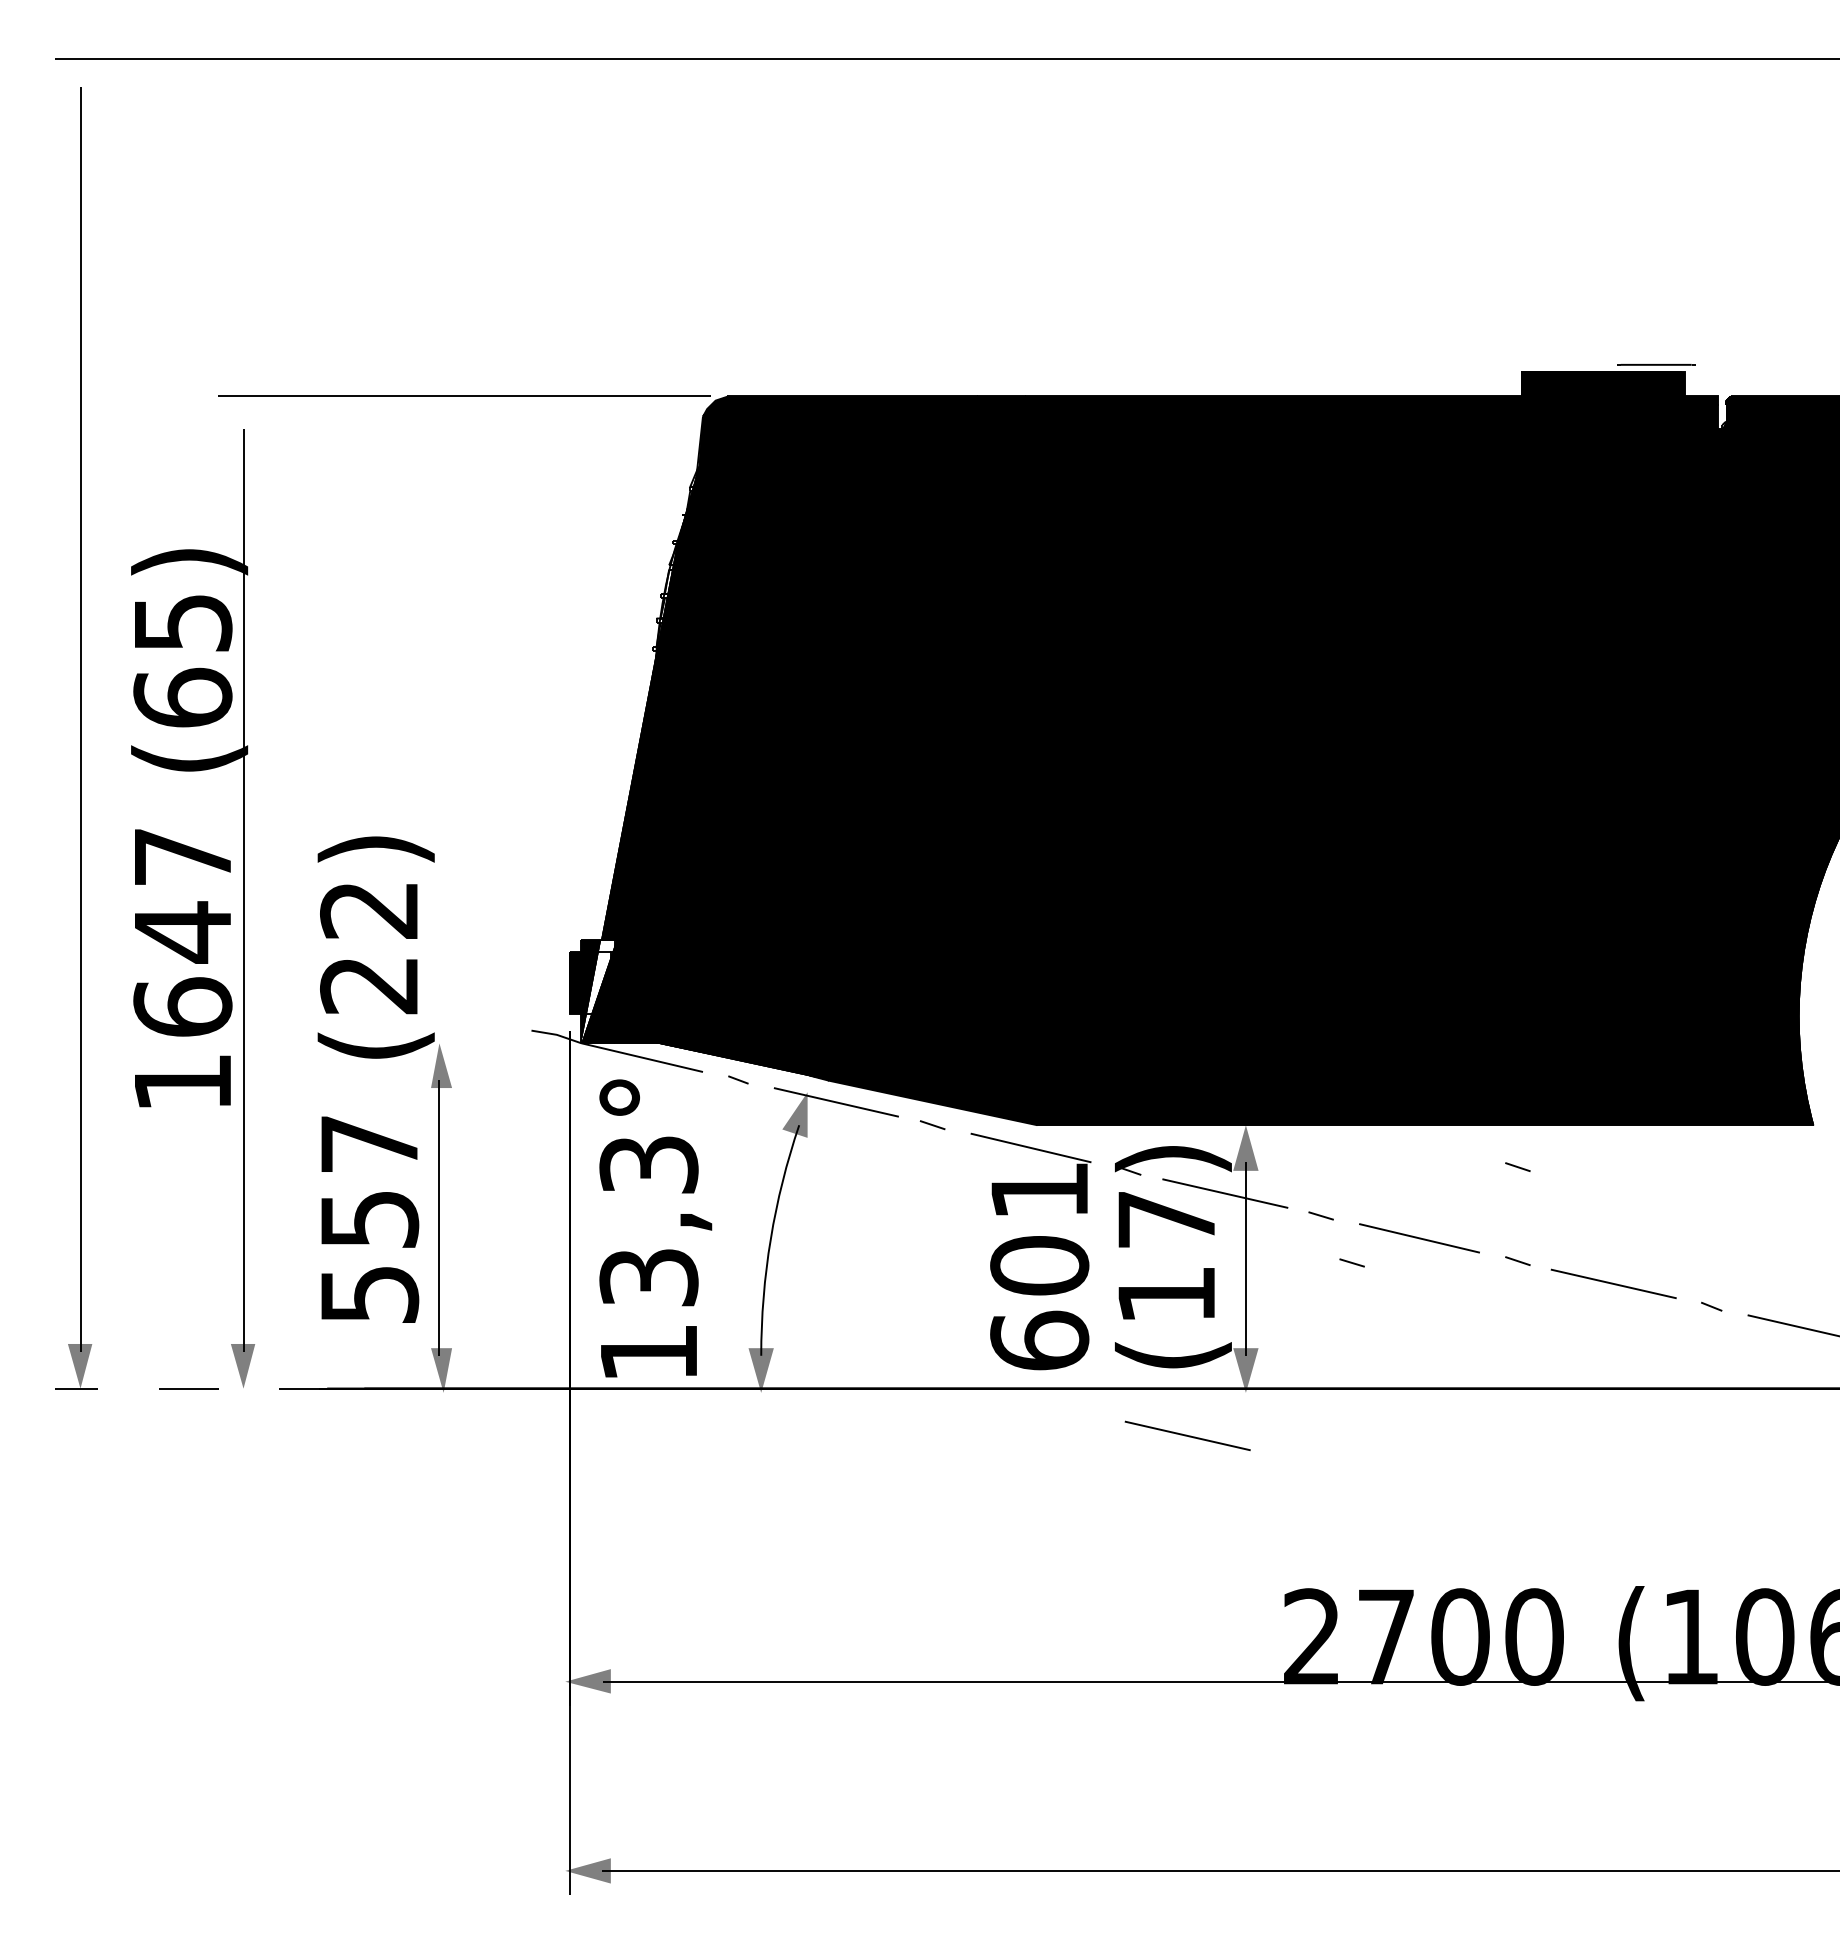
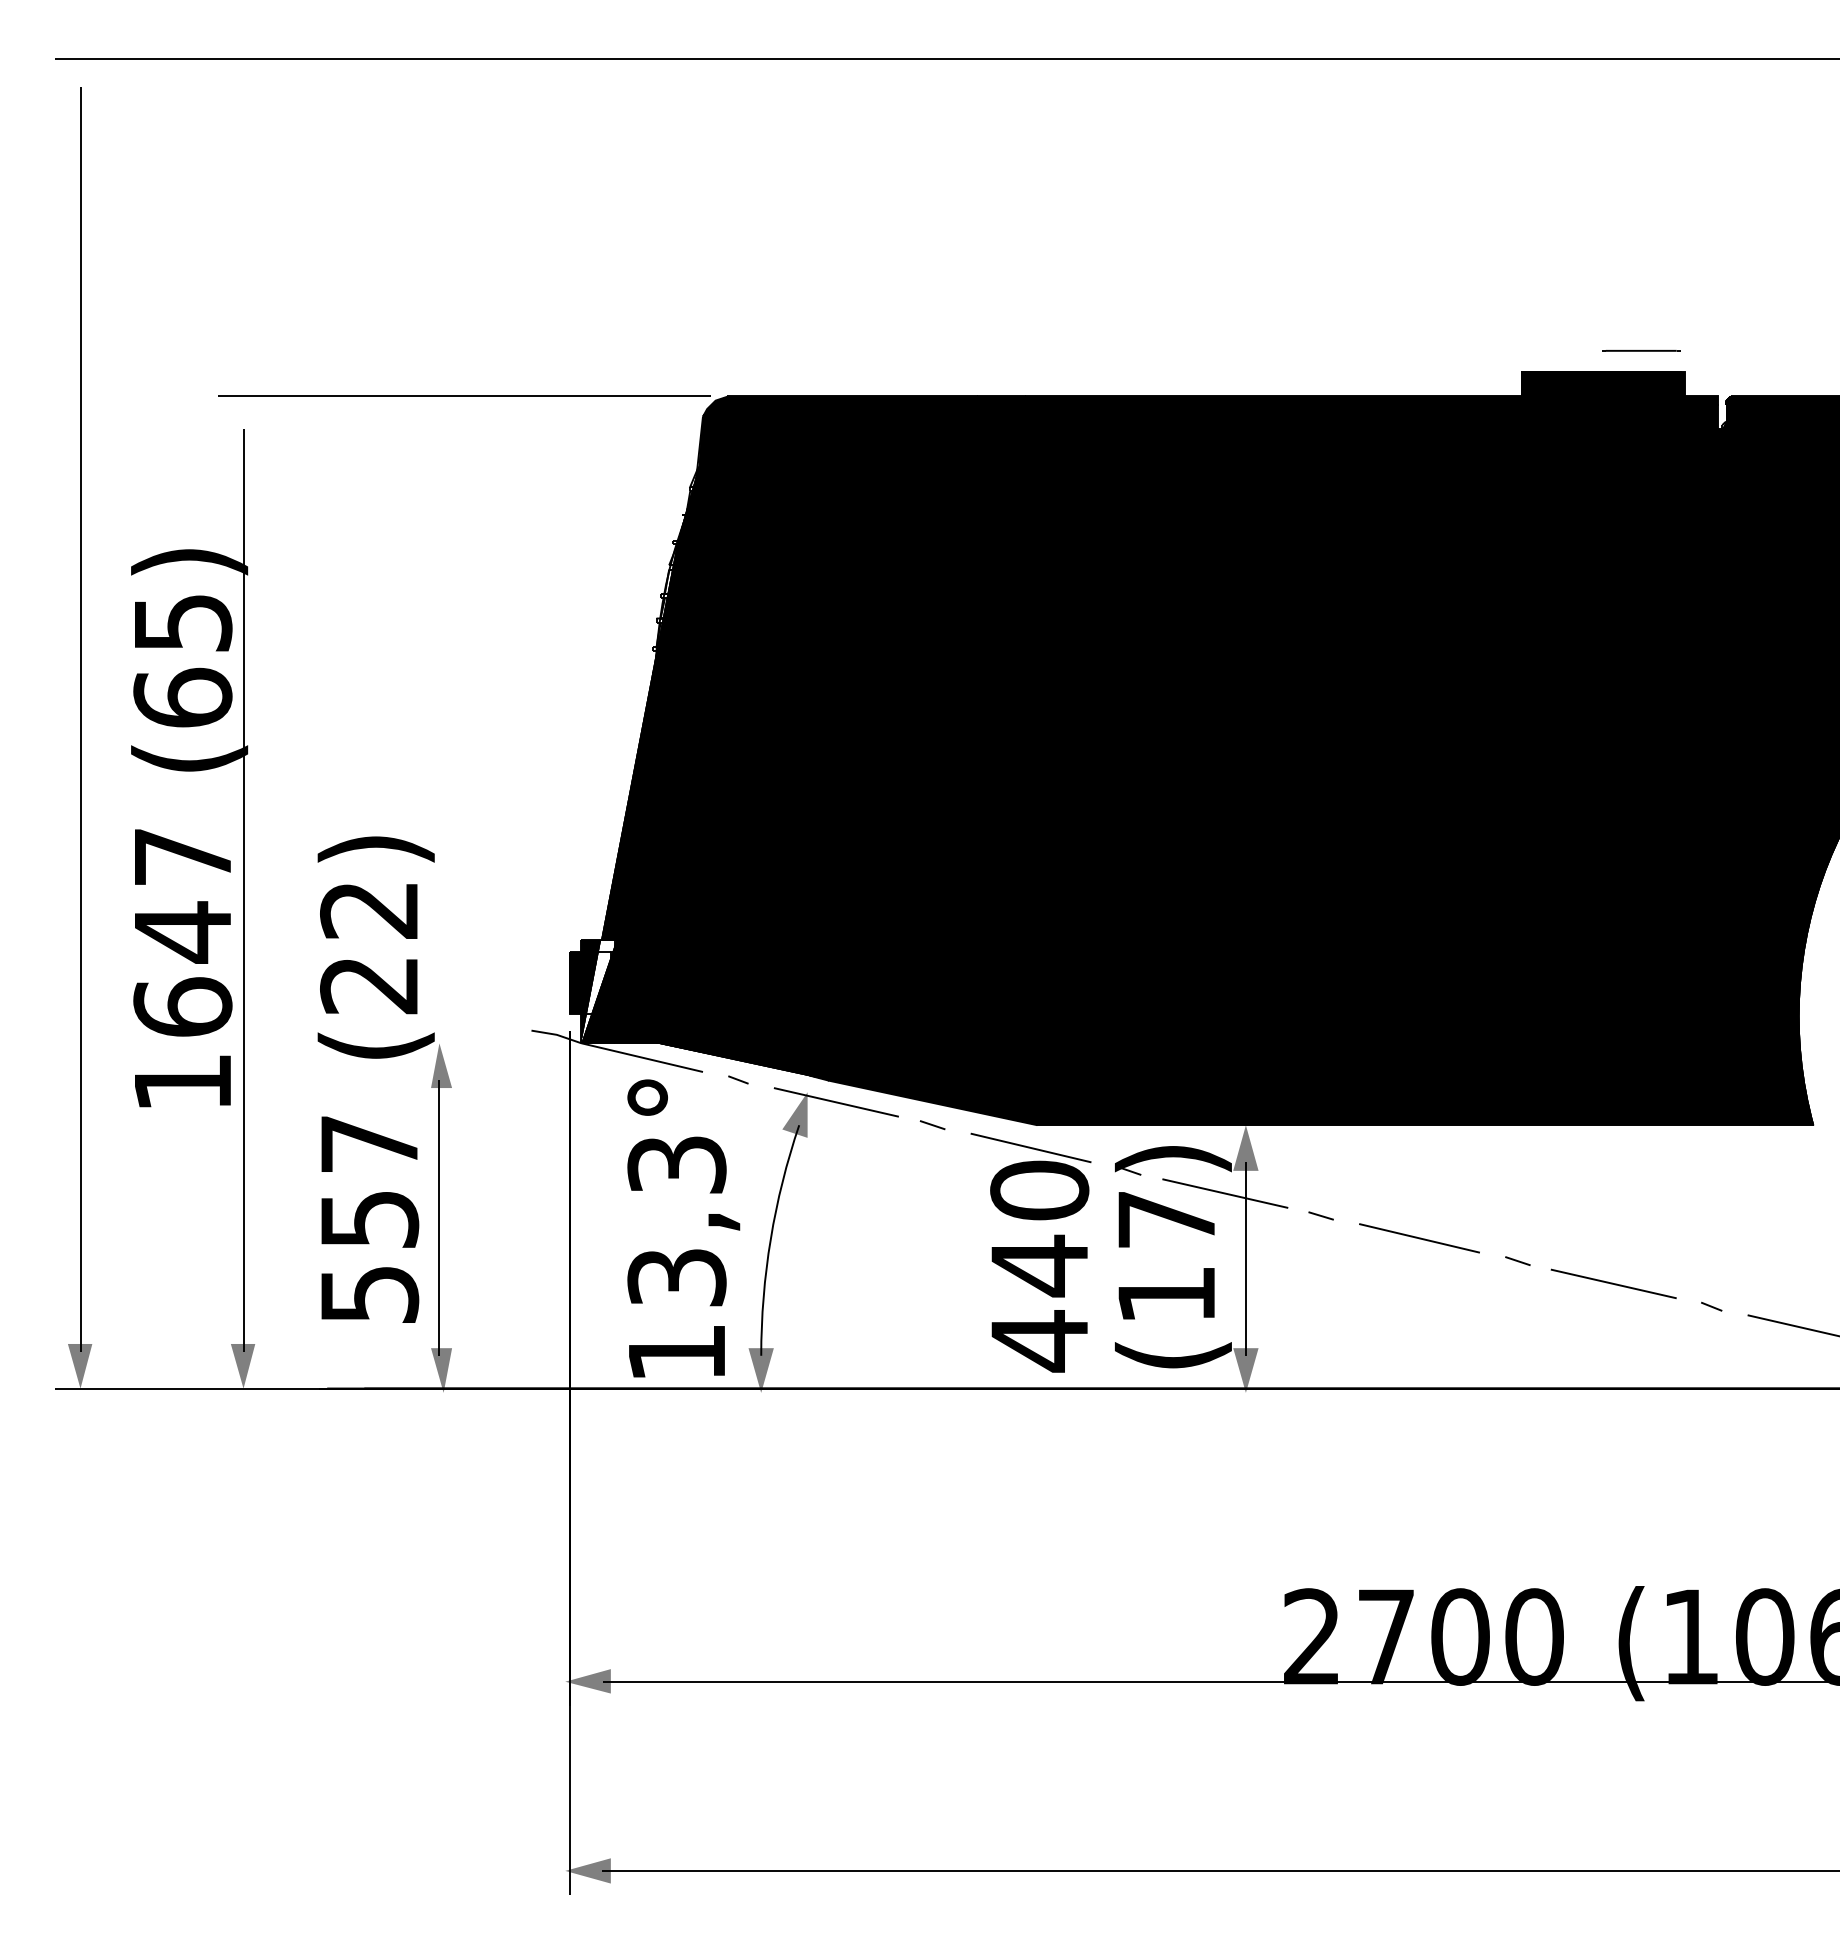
line at (1656, 364) position: (1656, 364) -> (1641, 350)
line at (1517, 1166): present -> none
text at (655, 1228) position: (655, 1228) -> (683, 1228)
line at (1351, 1262): present -> none
text at (1039, 1266): 601 -> 440
line at (197, 1388): dashed -> solid
line at (1187, 1435): present -> none
